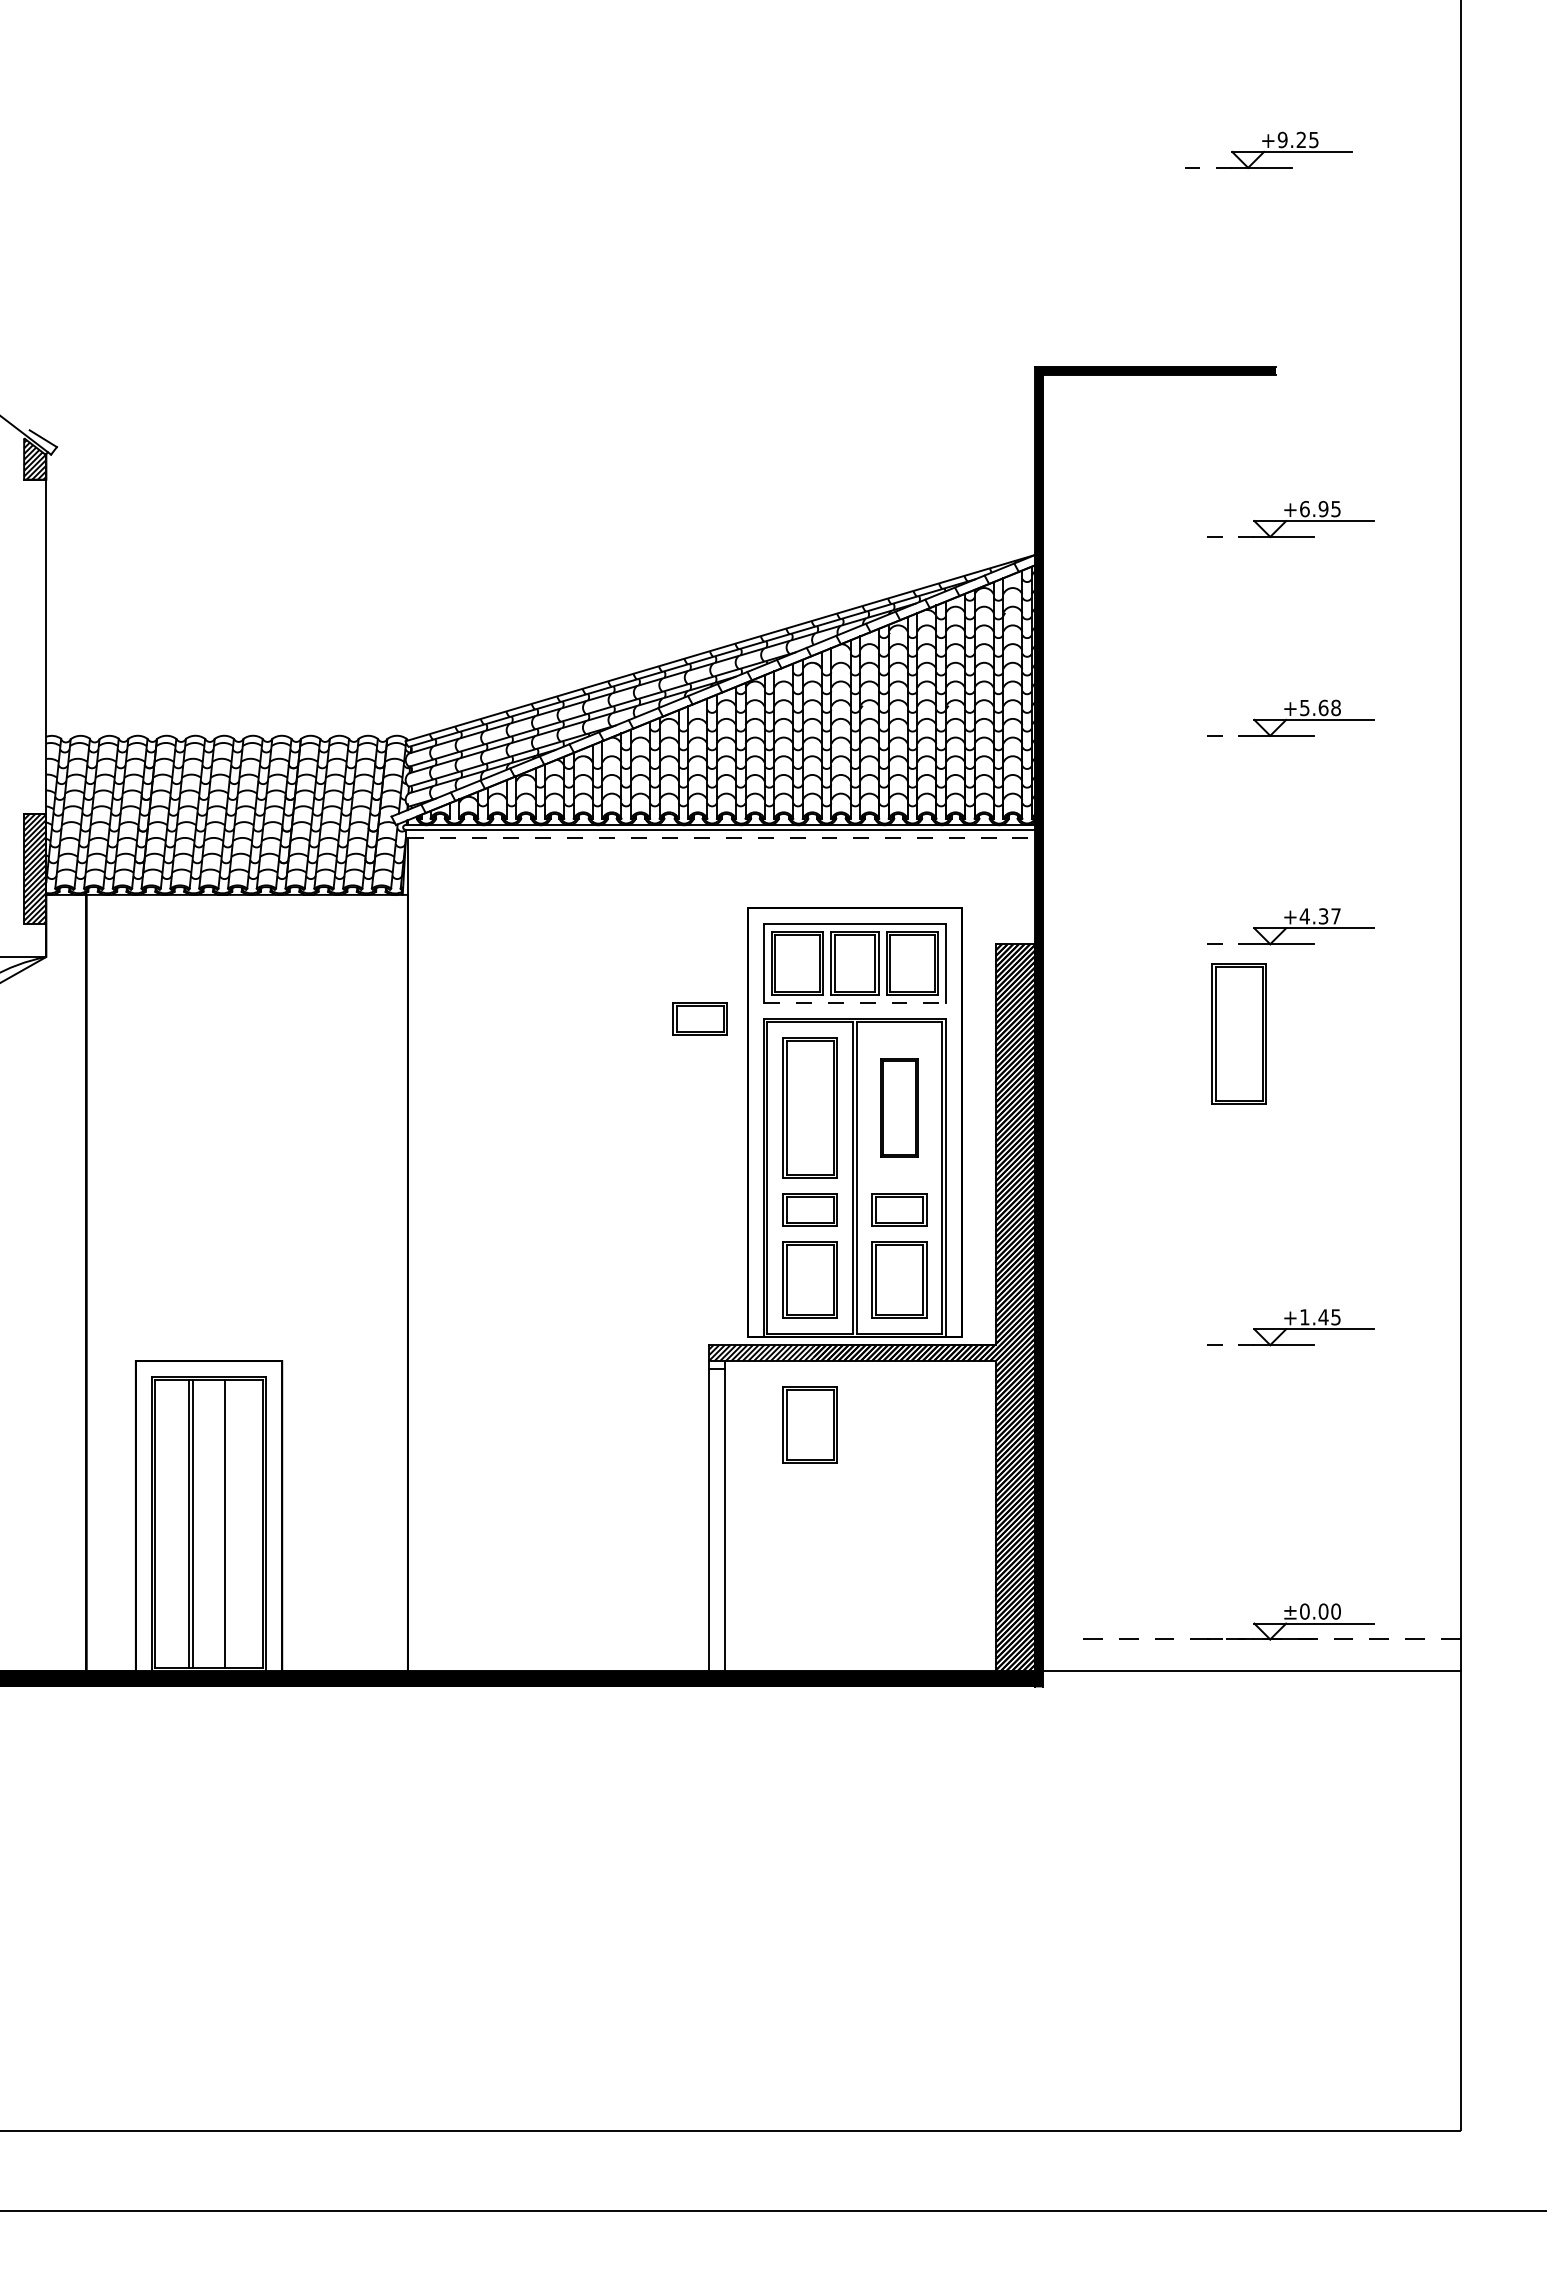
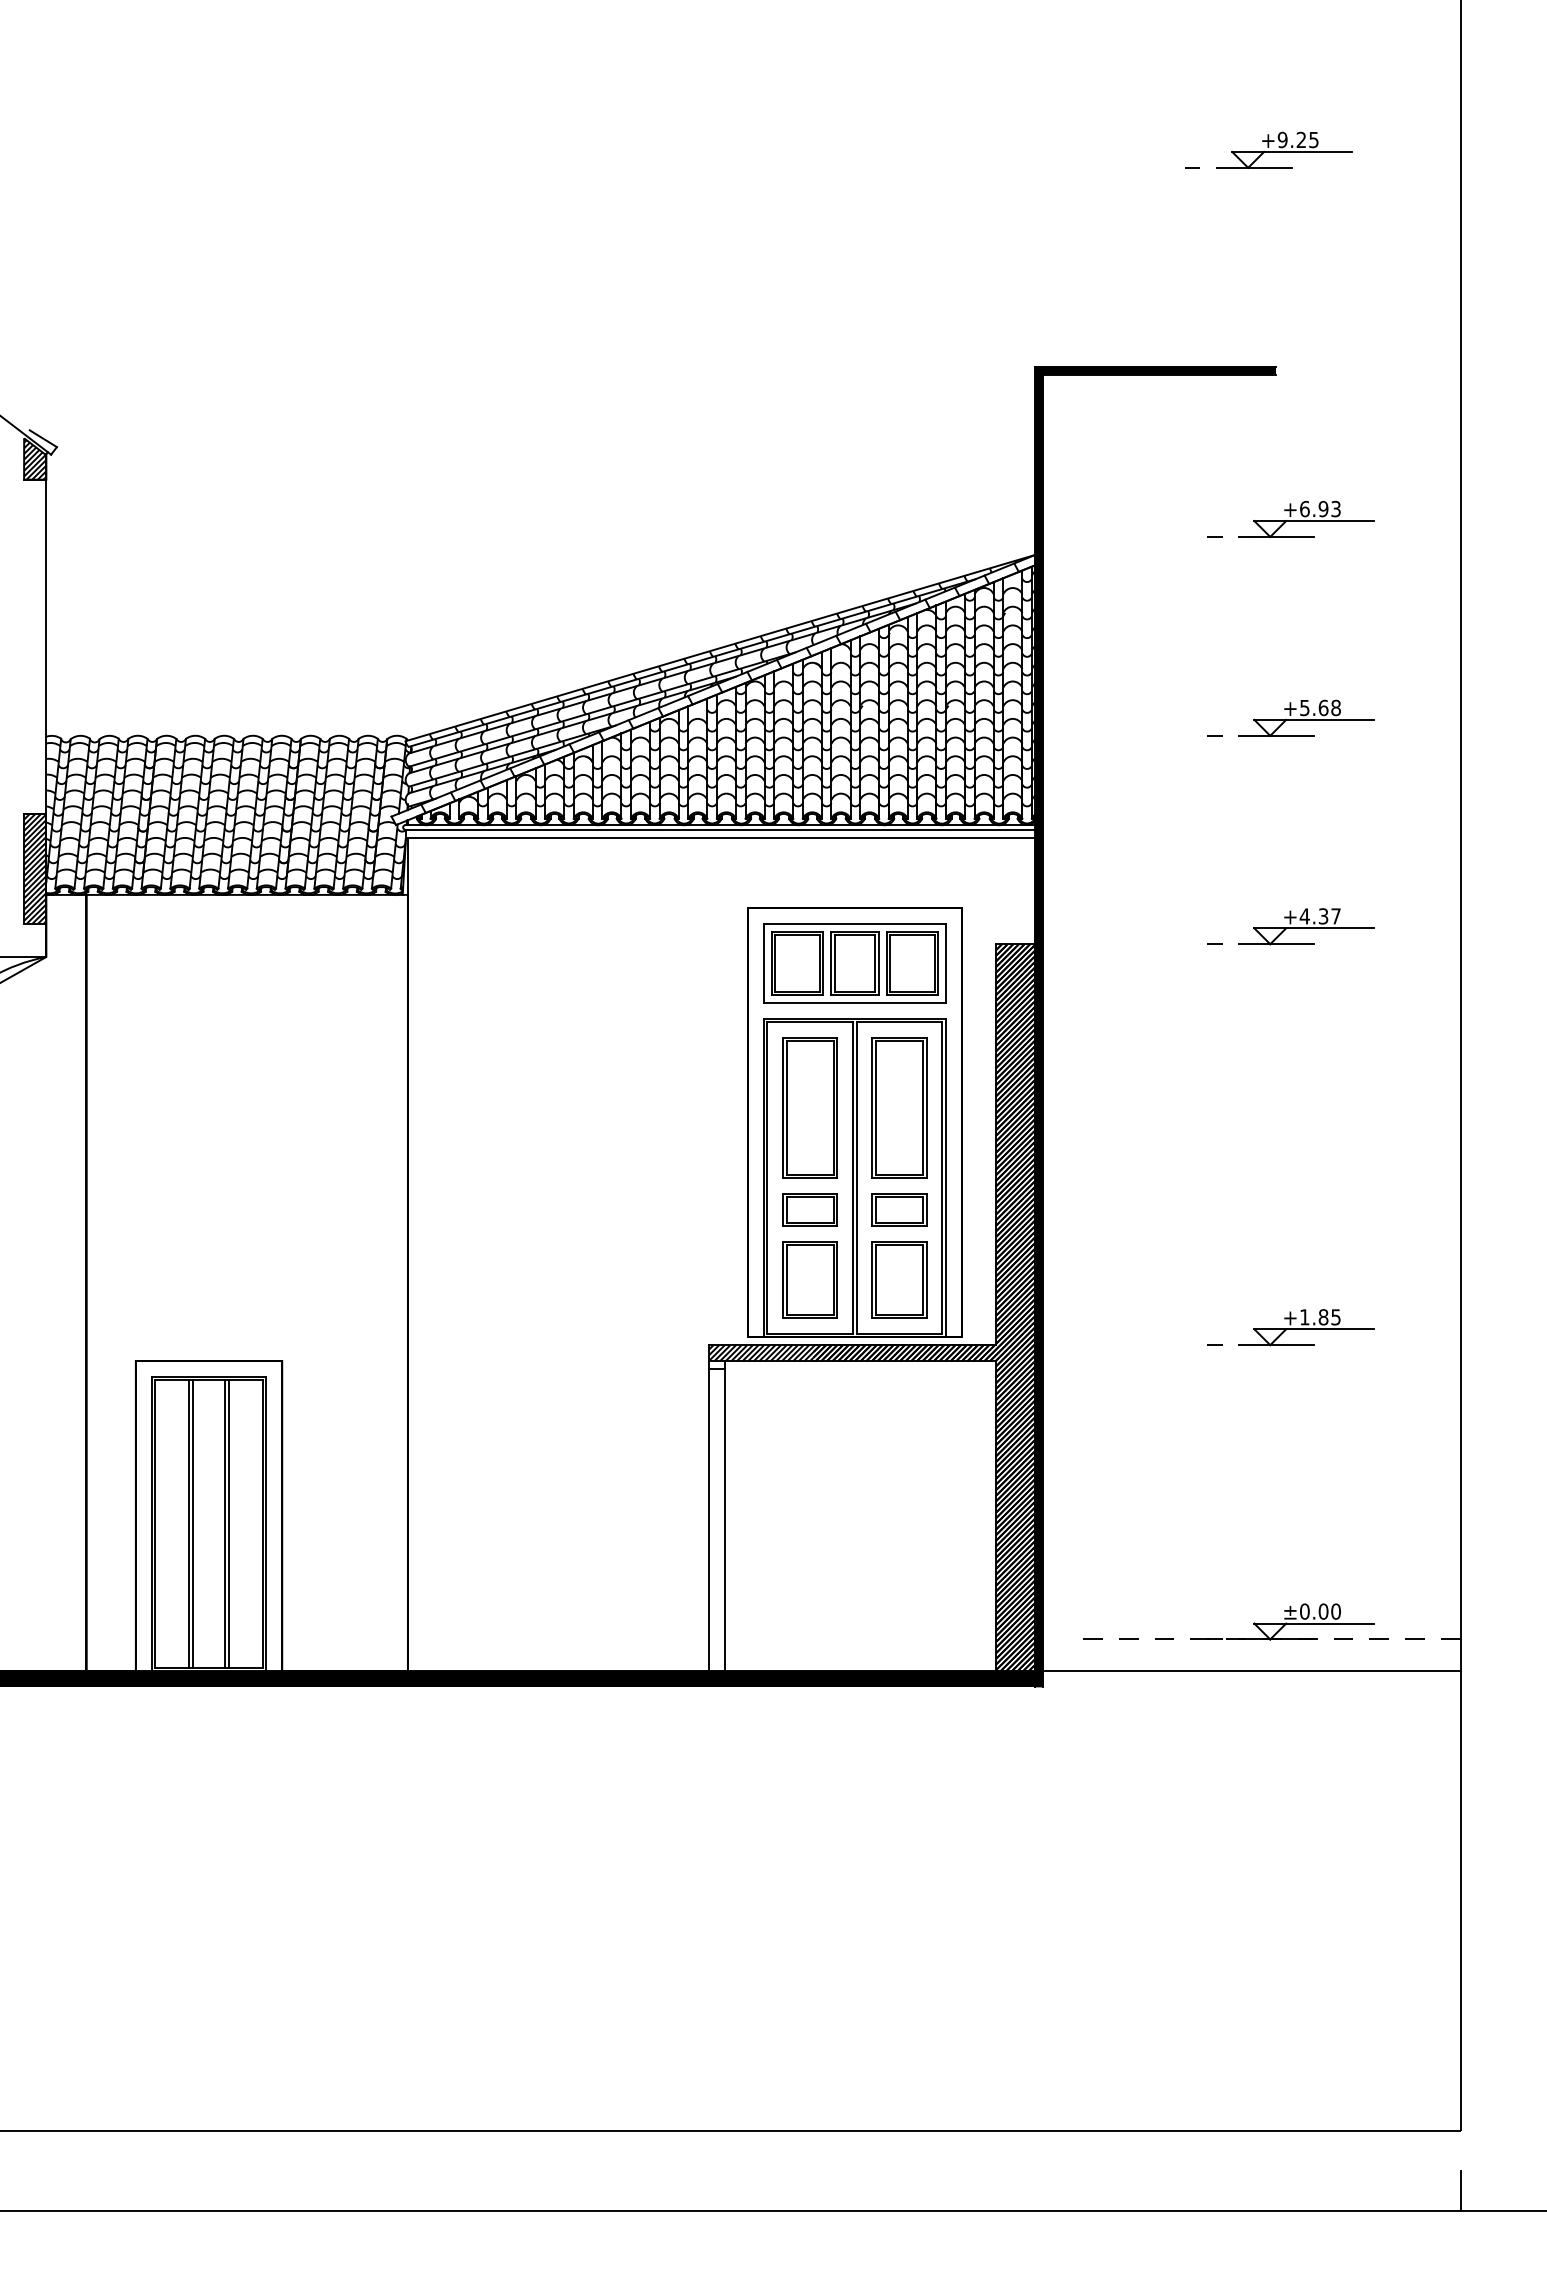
text at (1335, 508): +6.95 -> +6.93
line at (721, 837): dashed -> solid
line at (854, 1003): dashed -> solid
part at (699, 1018): present -> none
part at (1238, 1033): present -> none
part at (899, 1107) size: 39x100 px -> 57x142 px
text at (1323, 1317): +1.45 -> +1.85
part at (809, 1424): present -> none
line at (228, 1524): none -> present
line at (1460, 2190): none -> present
